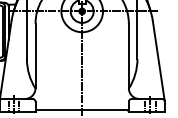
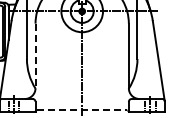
line at (35, 56): solid -> dashed
line at (82, 110): solid -> dashed
